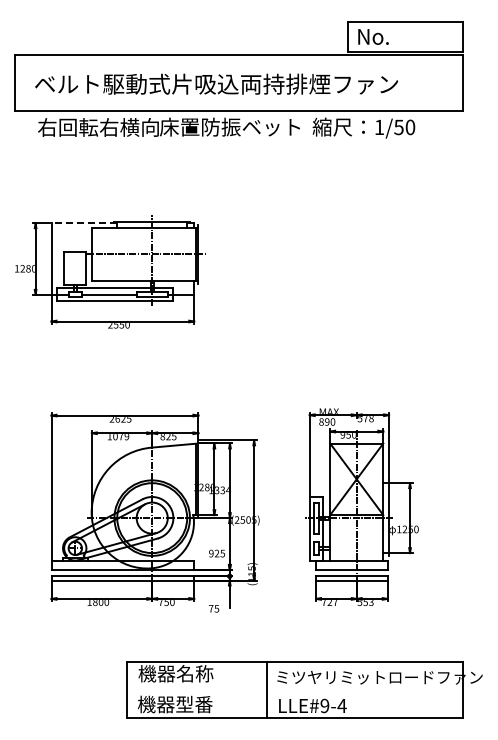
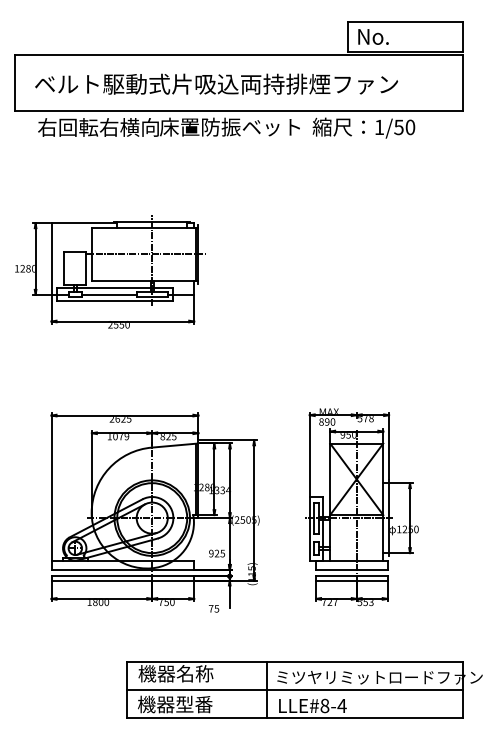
line at (84, 223): dashed -> solid
line at (294, 689): none -> present
text at (324, 706): LLE#9-4 -> LLE#8-4
